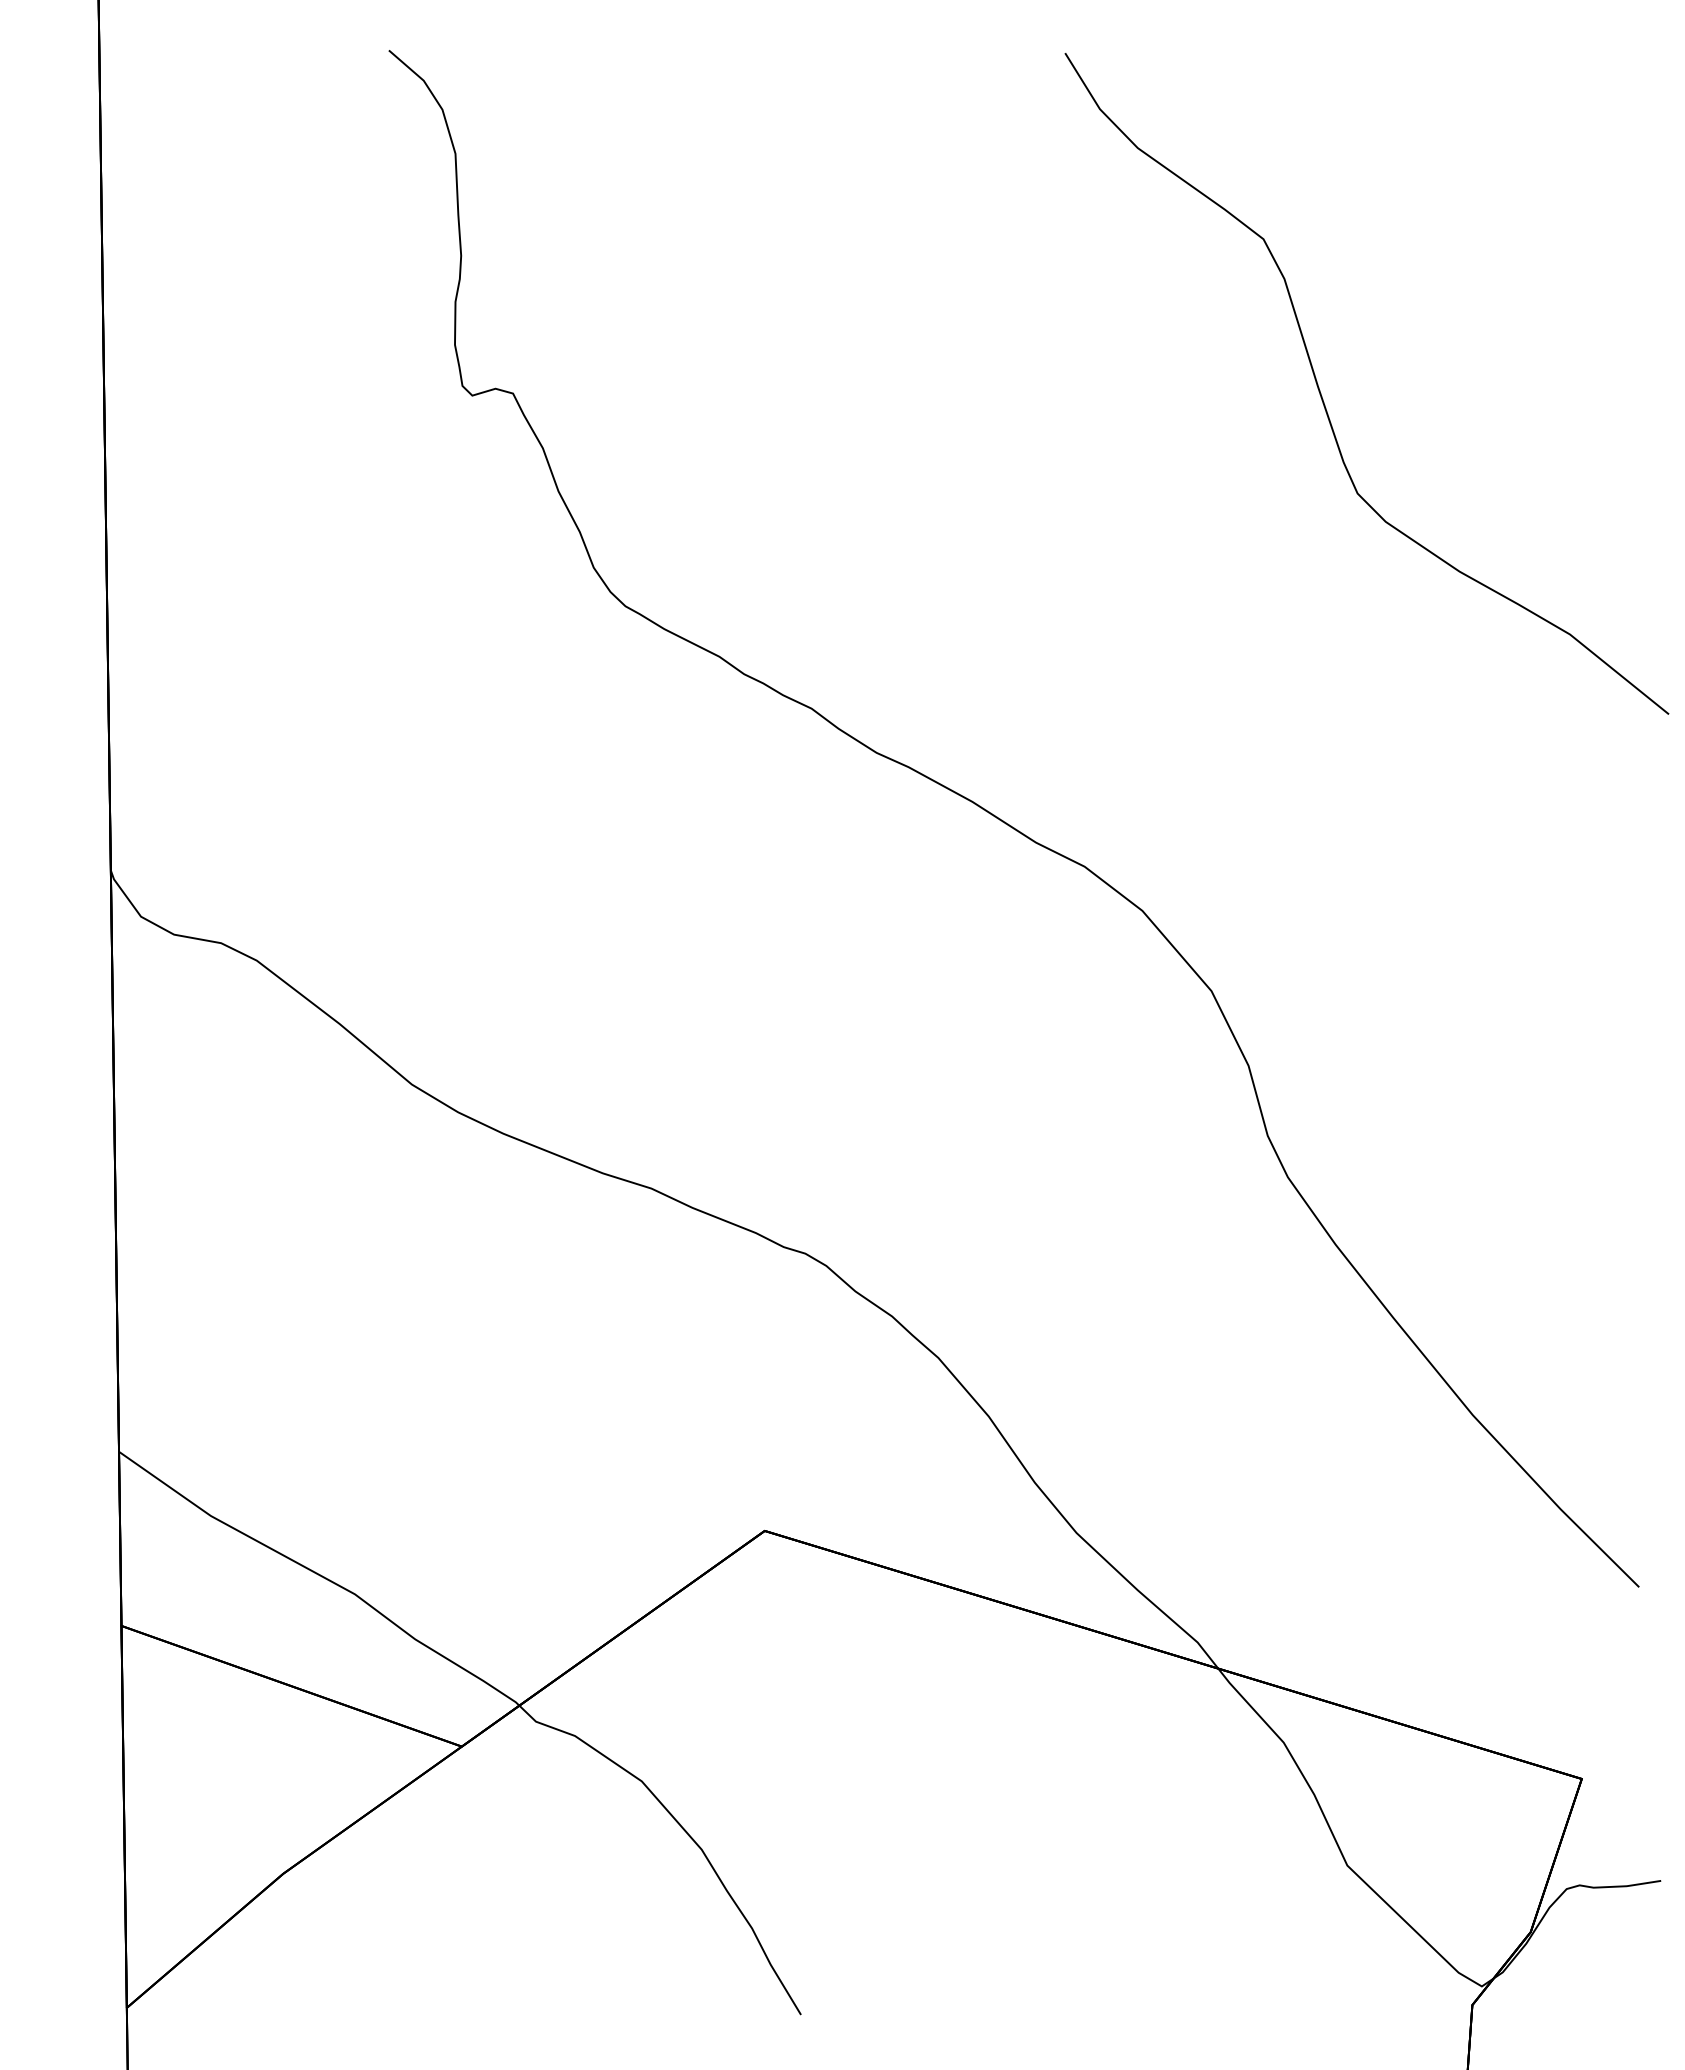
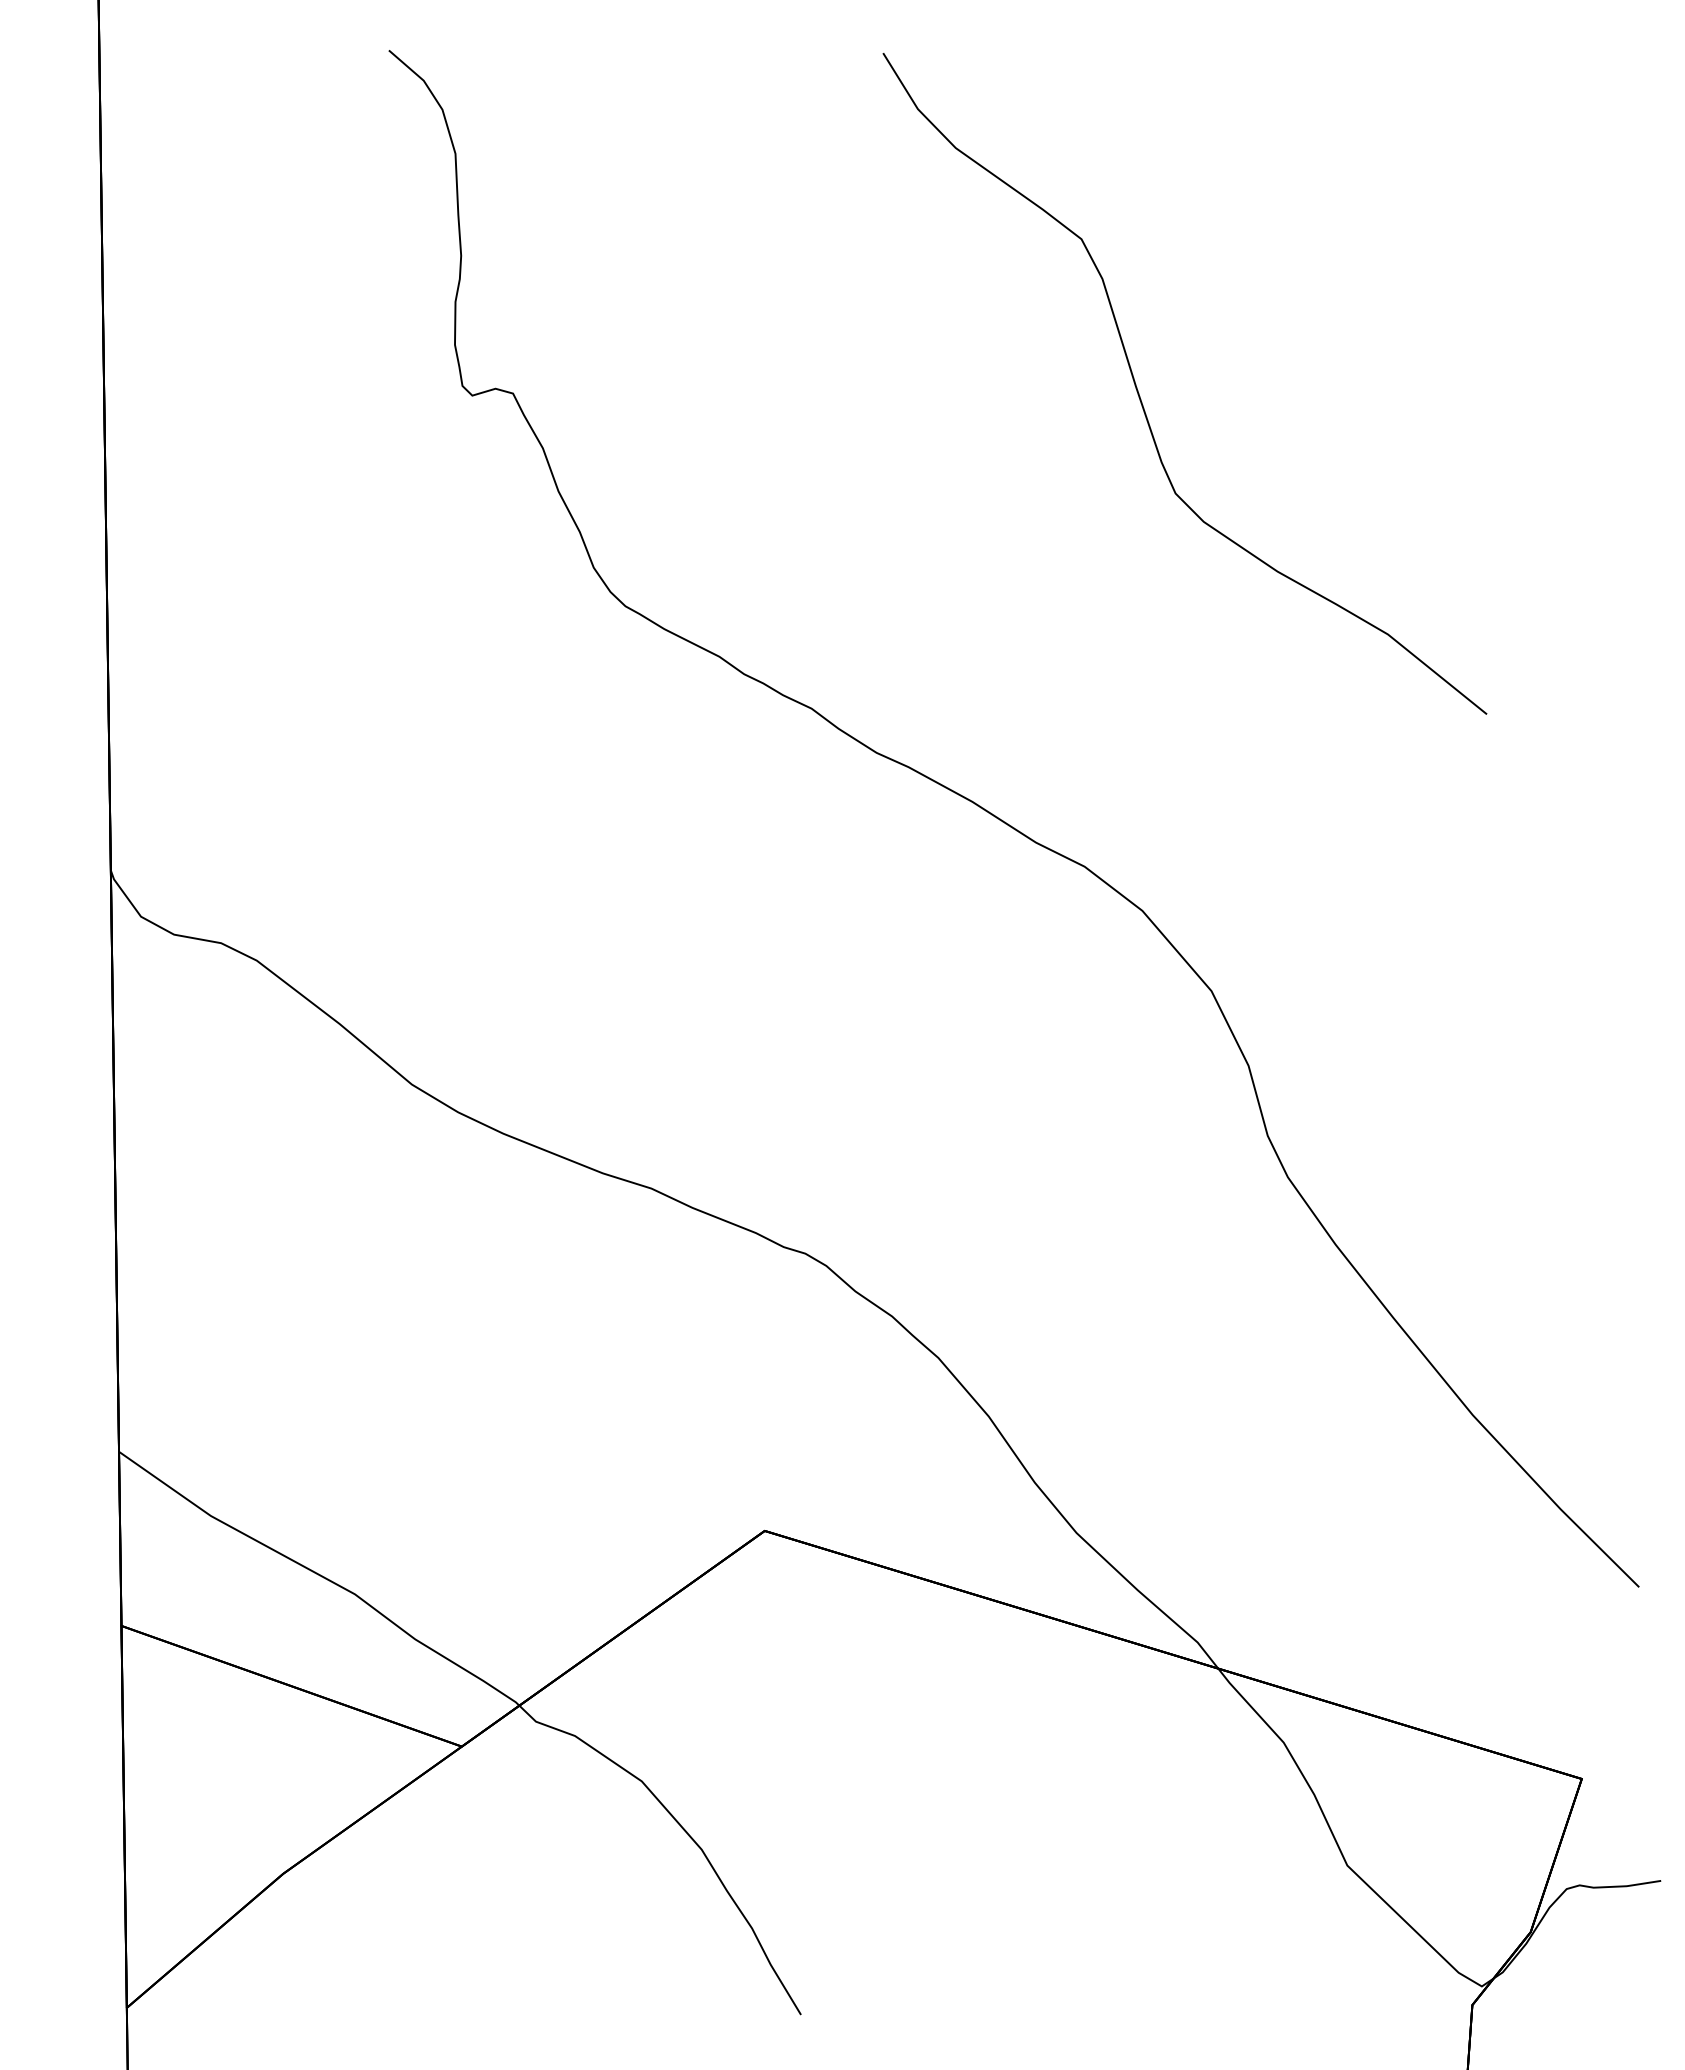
curve at (1322, 396) position: (1322, 396) -> (1140, 396)
